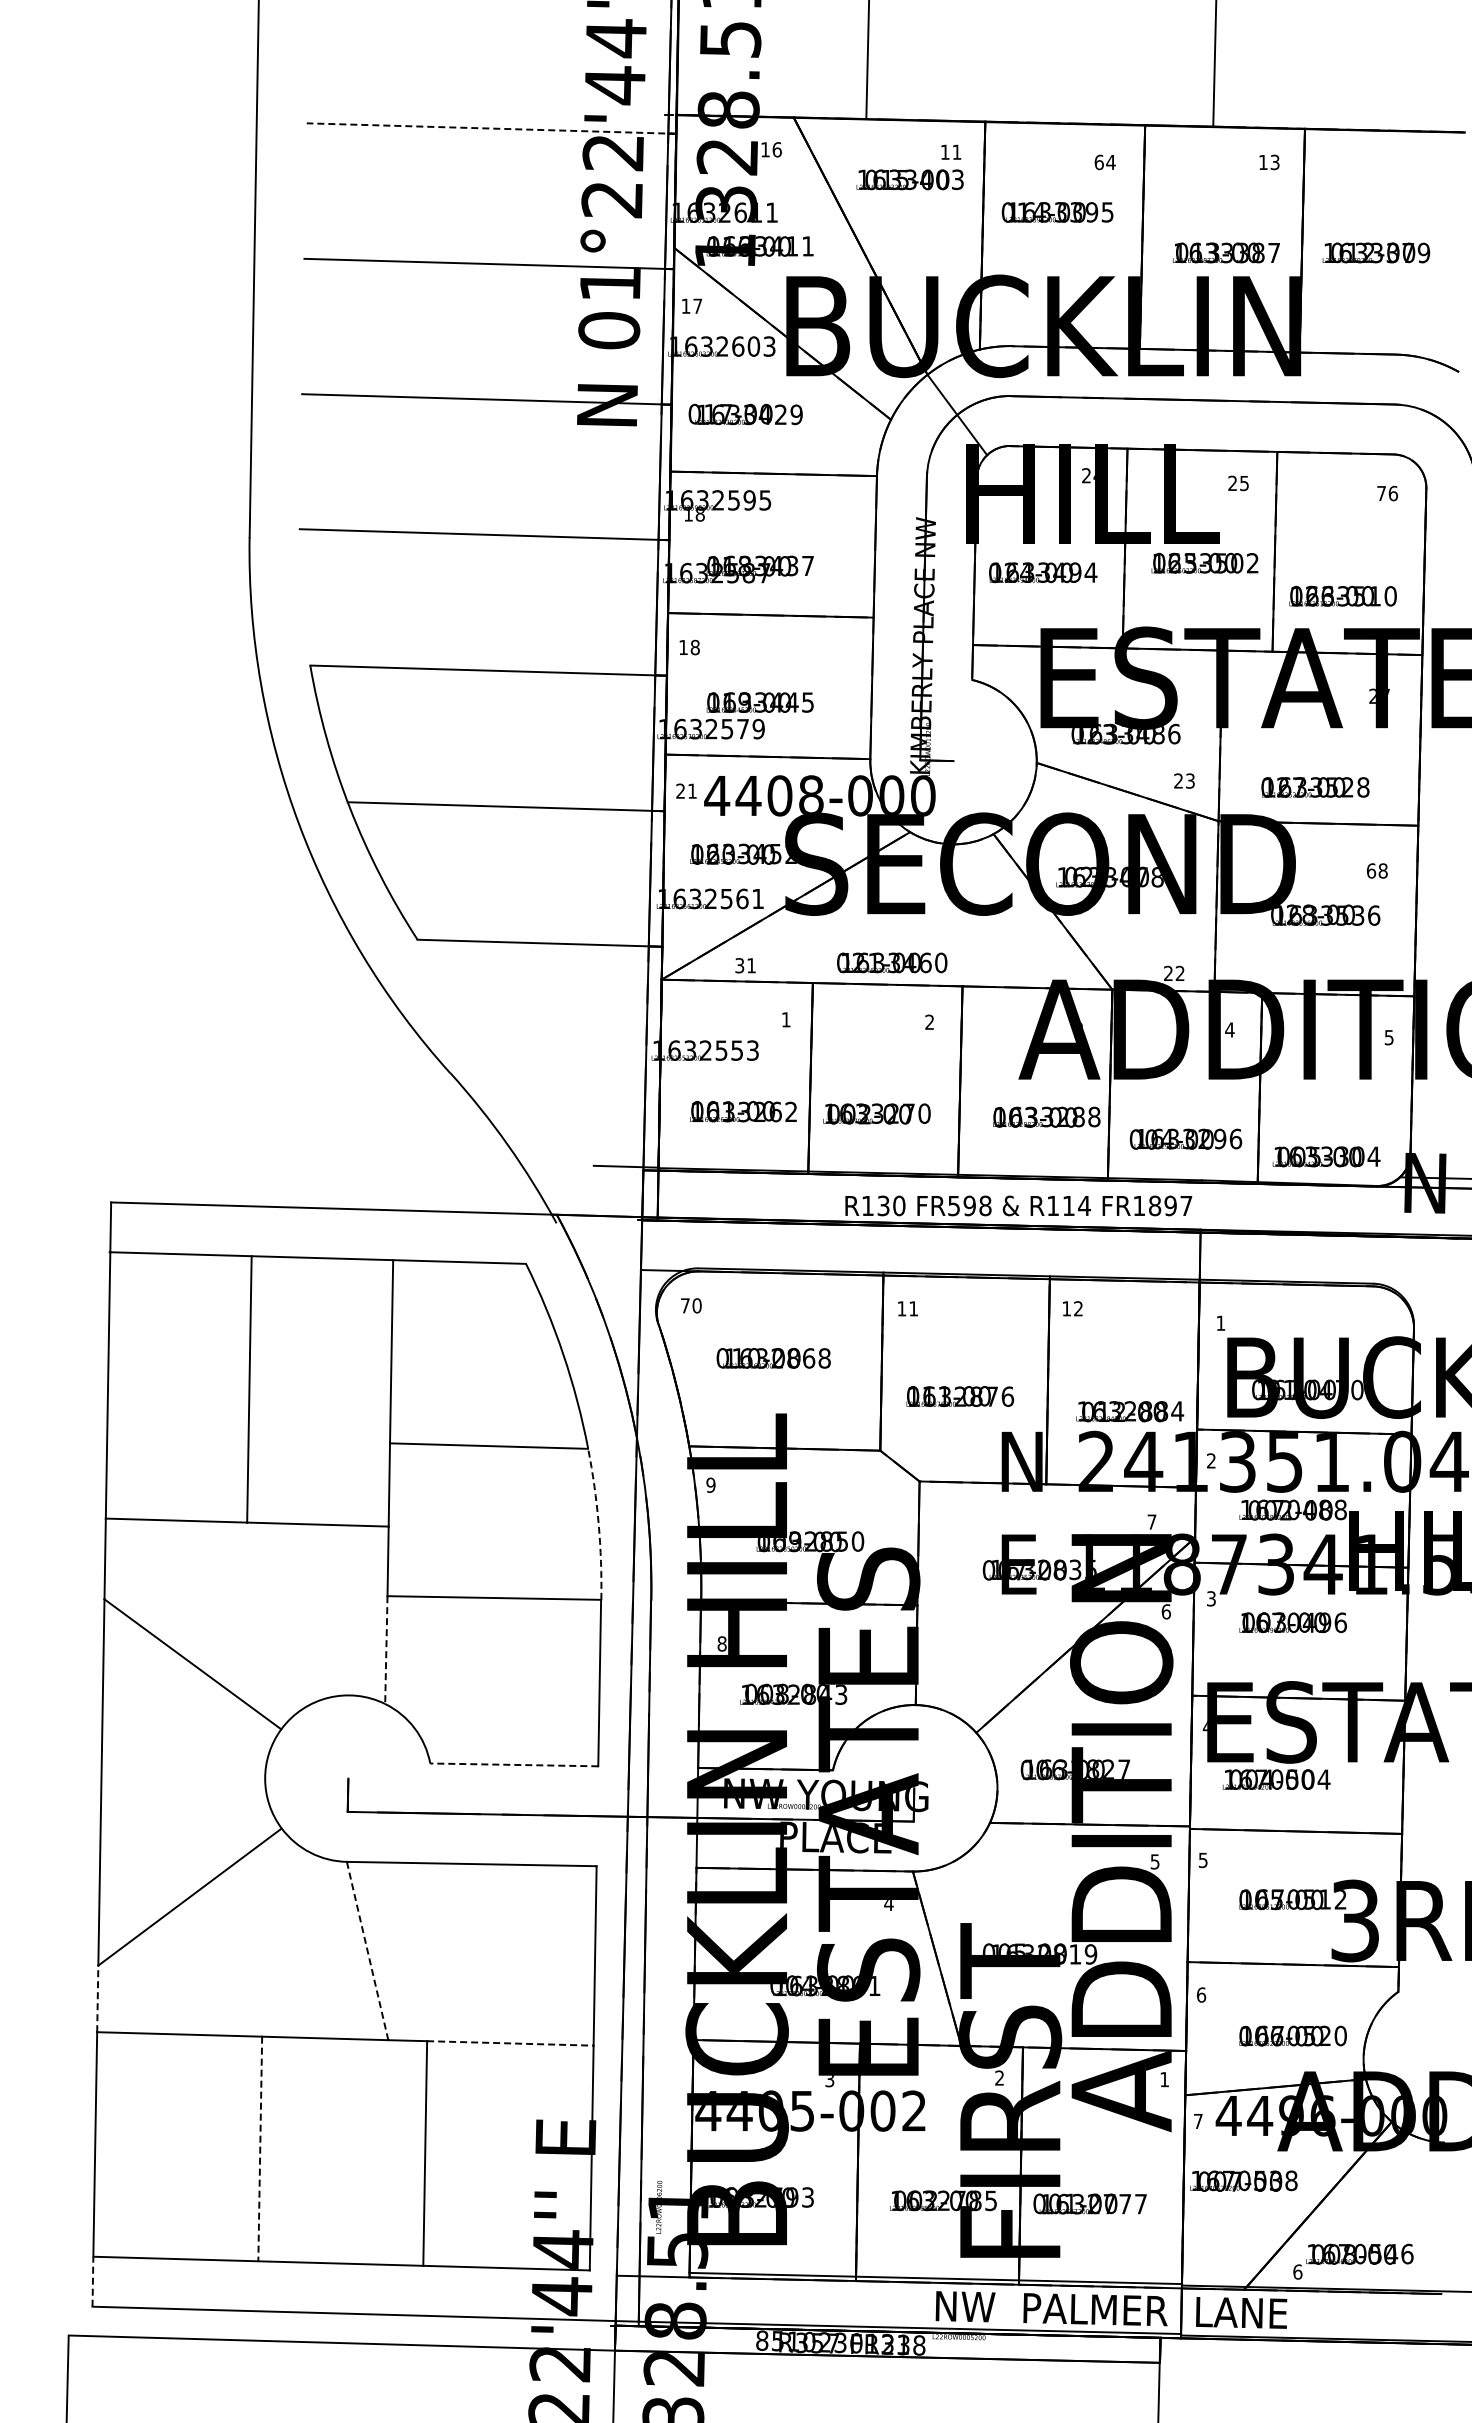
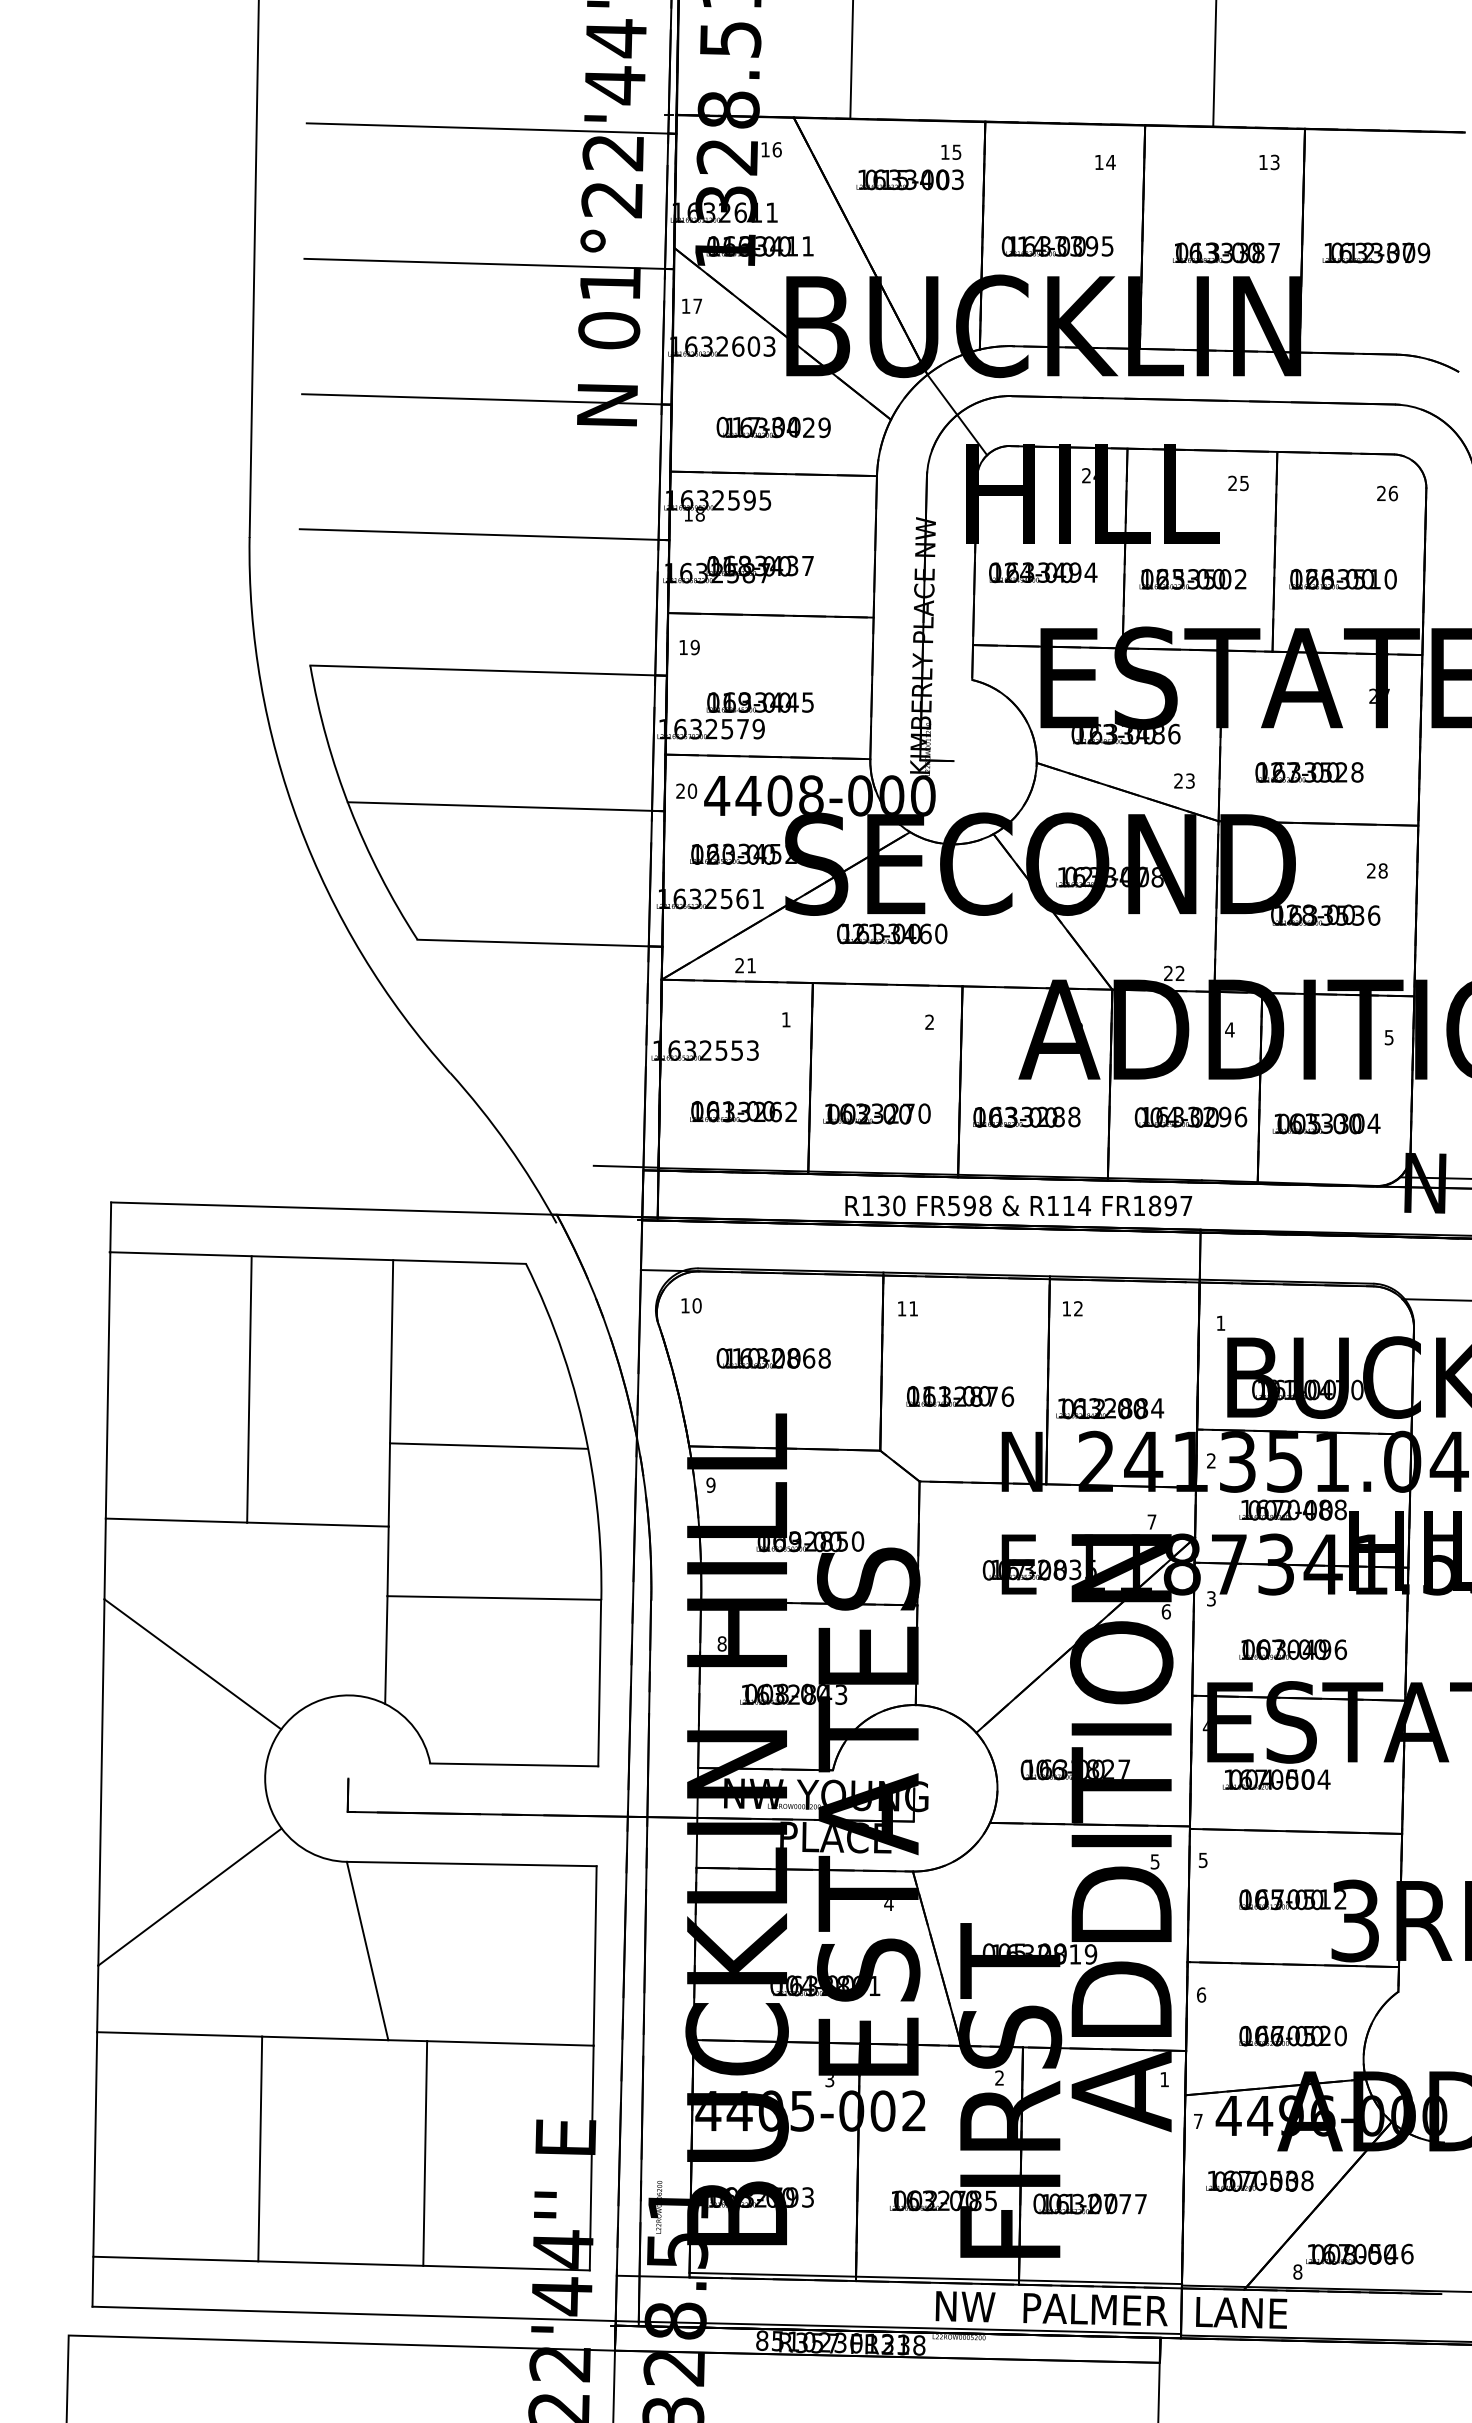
line at (867, 60) position: (867, 60) -> (851, 60)
line at (491, 128): dashed -> solid
text at (956, 151): 11 -> 15
text at (1098, 162): 64 -> 14
text at (1057, 212) position: (1057, 212) -> (1057, 246)
text at (745, 414) position: (745, 414) -> (773, 427)
text at (1381, 492): 76 -> 26
text at (1204, 562) position: (1204, 562) -> (1192, 578)
text at (1342, 595) position: (1342, 595) -> (1342, 578)
text at (694, 647): 18 -> 19
text at (1315, 787) position: (1315, 787) -> (1309, 772)
text at (692, 790): 21 -> 20
text at (1371, 870): 68 -> 28
text at (892, 962) position: (892, 962) -> (892, 933)
text at (739, 965): 31 -> 21
text at (1046, 1116) position: (1046, 1116) -> (1026, 1116)
text at (1185, 1138) position: (1185, 1138) -> (1190, 1116)
text at (1326, 1156) position: (1326, 1156) -> (1326, 1123)
line at (1435, 1299): none -> present
text at (685, 1305): 70 -> 10
text at (1130, 1411) position: (1130, 1411) -> (1110, 1408)
arc at (598, 1523): dashed -> solid
text at (1293, 1622) position: (1293, 1622) -> (1293, 1649)
line at (386, 1650): dashed -> solid
line at (513, 1764): dashed -> solid
line at (367, 1951): dashed -> solid
line at (97, 1998): dashed -> solid
line at (510, 2043): dashed -> solid
line at (260, 2149): dashed -> solid
text at (1243, 2180) position: (1243, 2180) -> (1259, 2180)
text at (1297, 2271): 6 -> 8
line at (92, 2281): dashed -> solid
